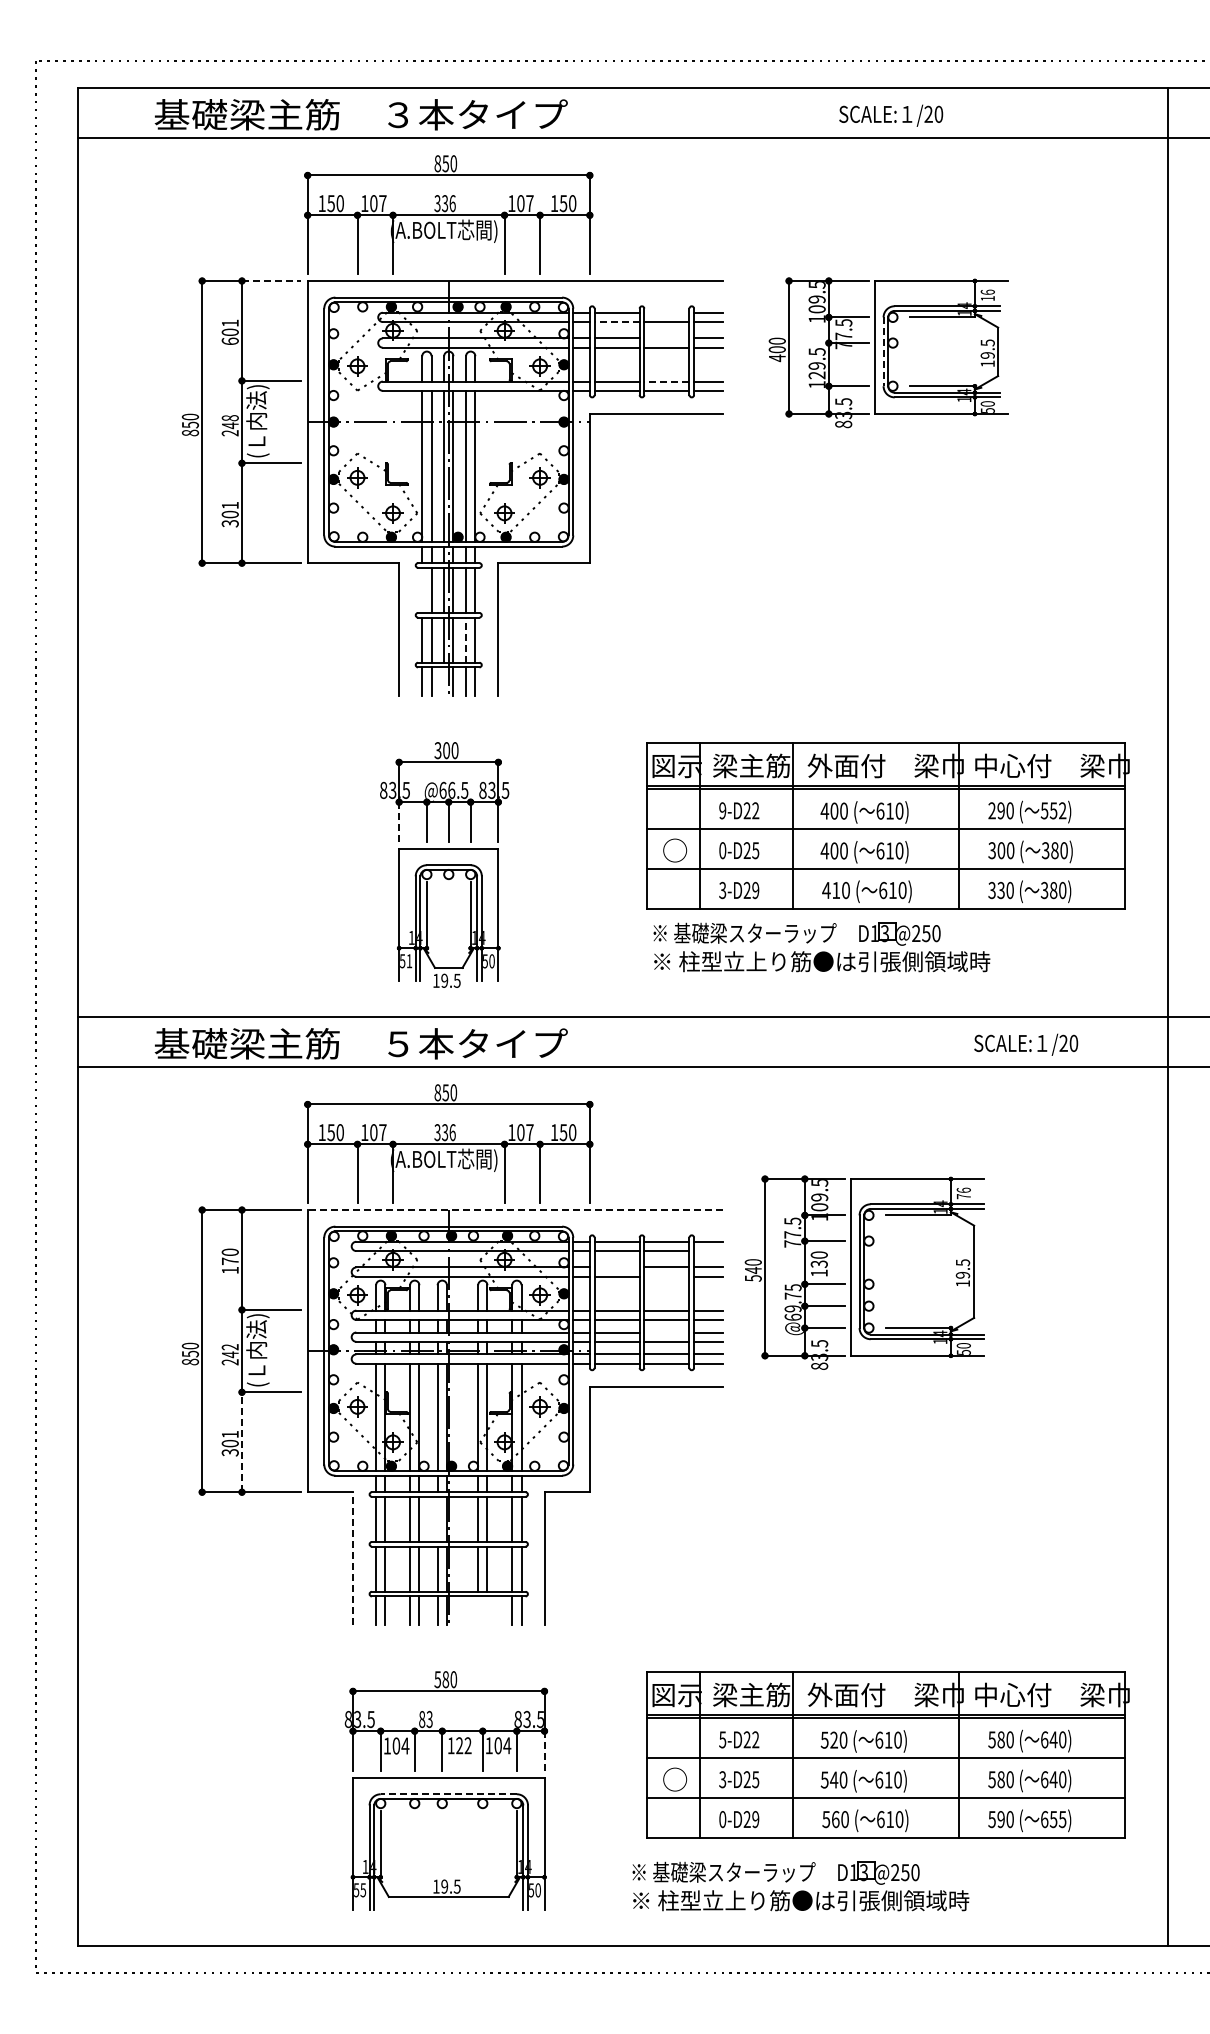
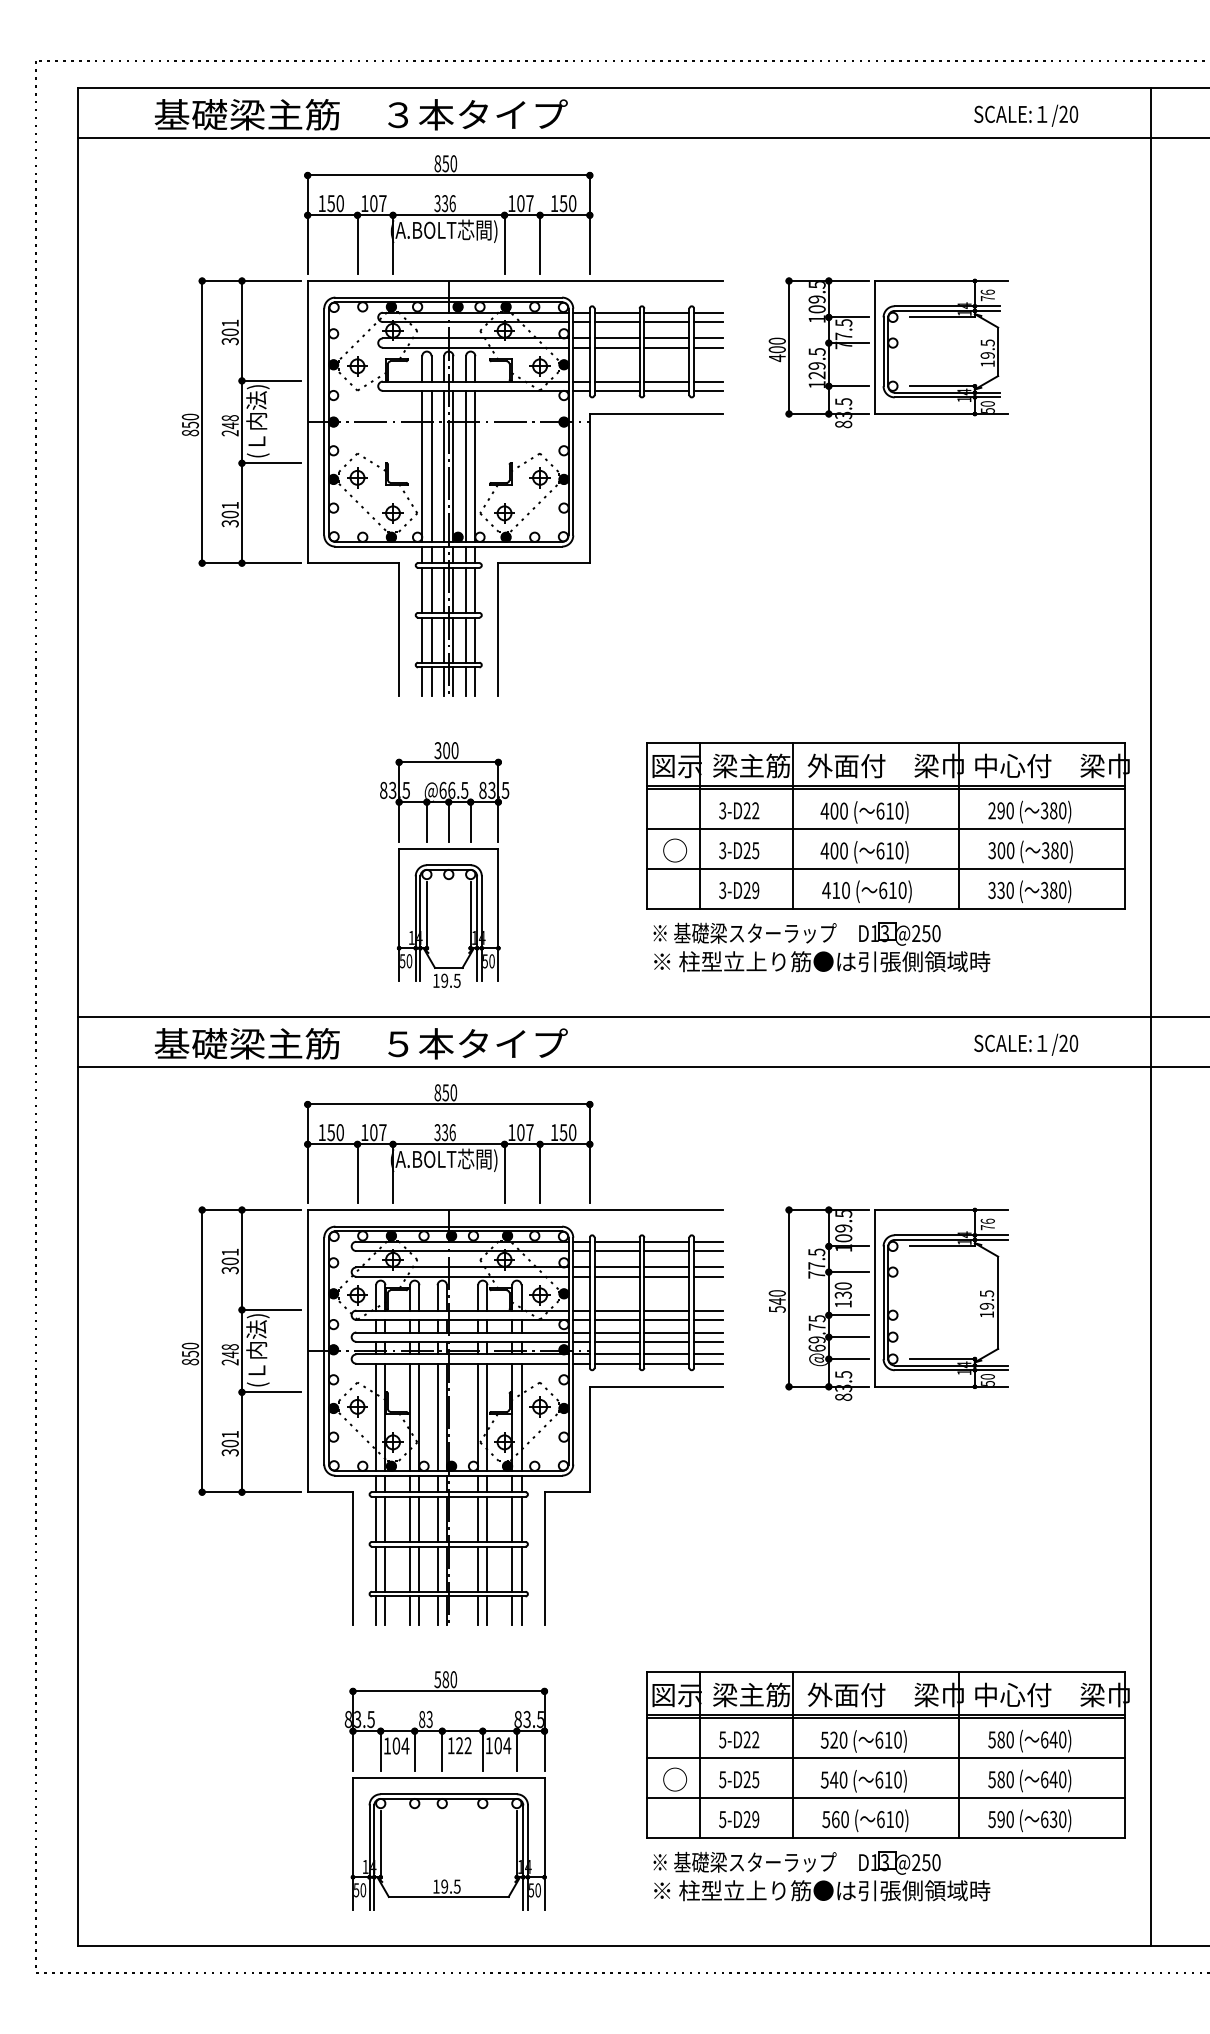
text at (891, 115) position: (891, 115) -> (1026, 115)
line at (271, 281): dashed -> solid
text at (987, 298): 16 -> 76
line at (666, 312): none -> present
line at (617, 322): dashed -> solid
line at (666, 338): none -> present
text at (229, 341): 601 -> 301
line at (883, 352): dashed -> solid
line at (666, 381): dashed -> solid
line at (422, 589): none -> present
line at (466, 640): dashed -> solid
line at (444, 681): none -> present
text at (722, 810): 9-D22 -> 3-D22
text at (1053, 810): 552) -> 380)
line at (399, 822): dashed -> solid
text at (722, 850): 0-D25 -> 3-D25
text at (409, 961): 51 -> 50
line at (1167, 1016) position: (1167, 1016) -> (1150, 1016)
line at (514, 1210): dashed -> solid
line at (708, 1251): none -> present
text at (229, 1261): 170 -> 301
line at (616, 1267): none -> present
part at (864, 1272) position: (864, 1272) -> (888, 1303)
line at (666, 1276): none -> present
line at (666, 1332): none -> present
text at (229, 1347): 242 -> 248
line at (242, 1442): dashed -> solid
line at (437, 1518): none -> present
line at (353, 1558): dashed -> solid
line at (478, 1610): none -> present
line at (487, 1610): none -> present
line at (544, 1751): dashed -> solid
text at (722, 1779): 3-D25 -> 5-D25
line at (448, 1794): dashed -> solid
text at (722, 1819): 0-D29 -> 5-D29
text at (1058, 1819): 655) -> 630)
part at (800, 1886) position: (800, 1886) -> (821, 1876)
text at (363, 1890): 55 -> 50
